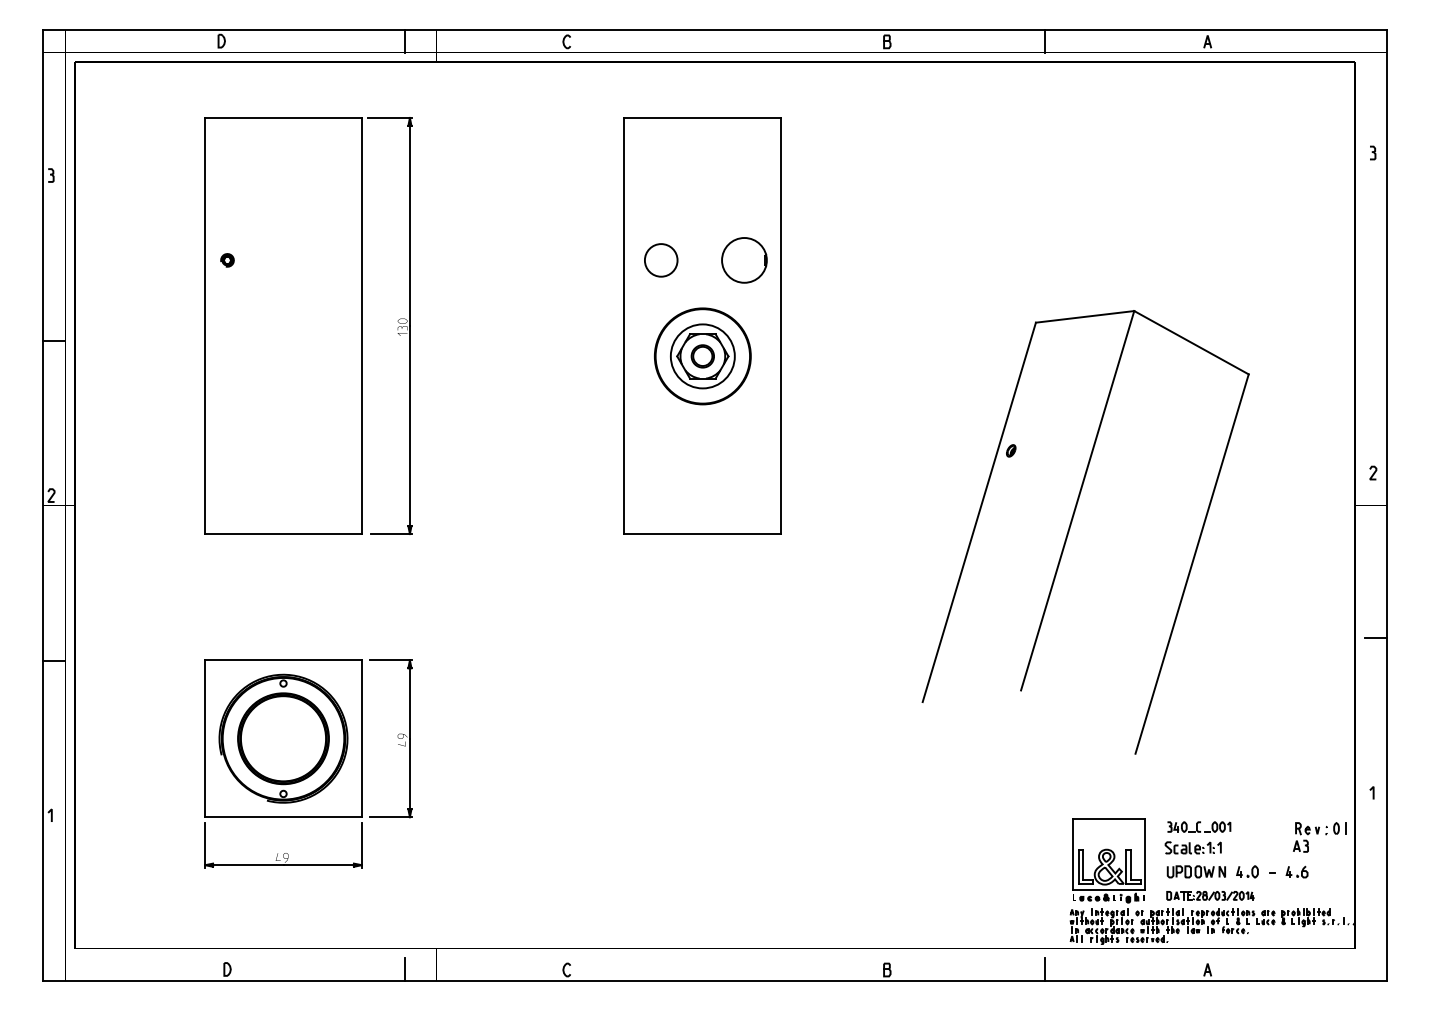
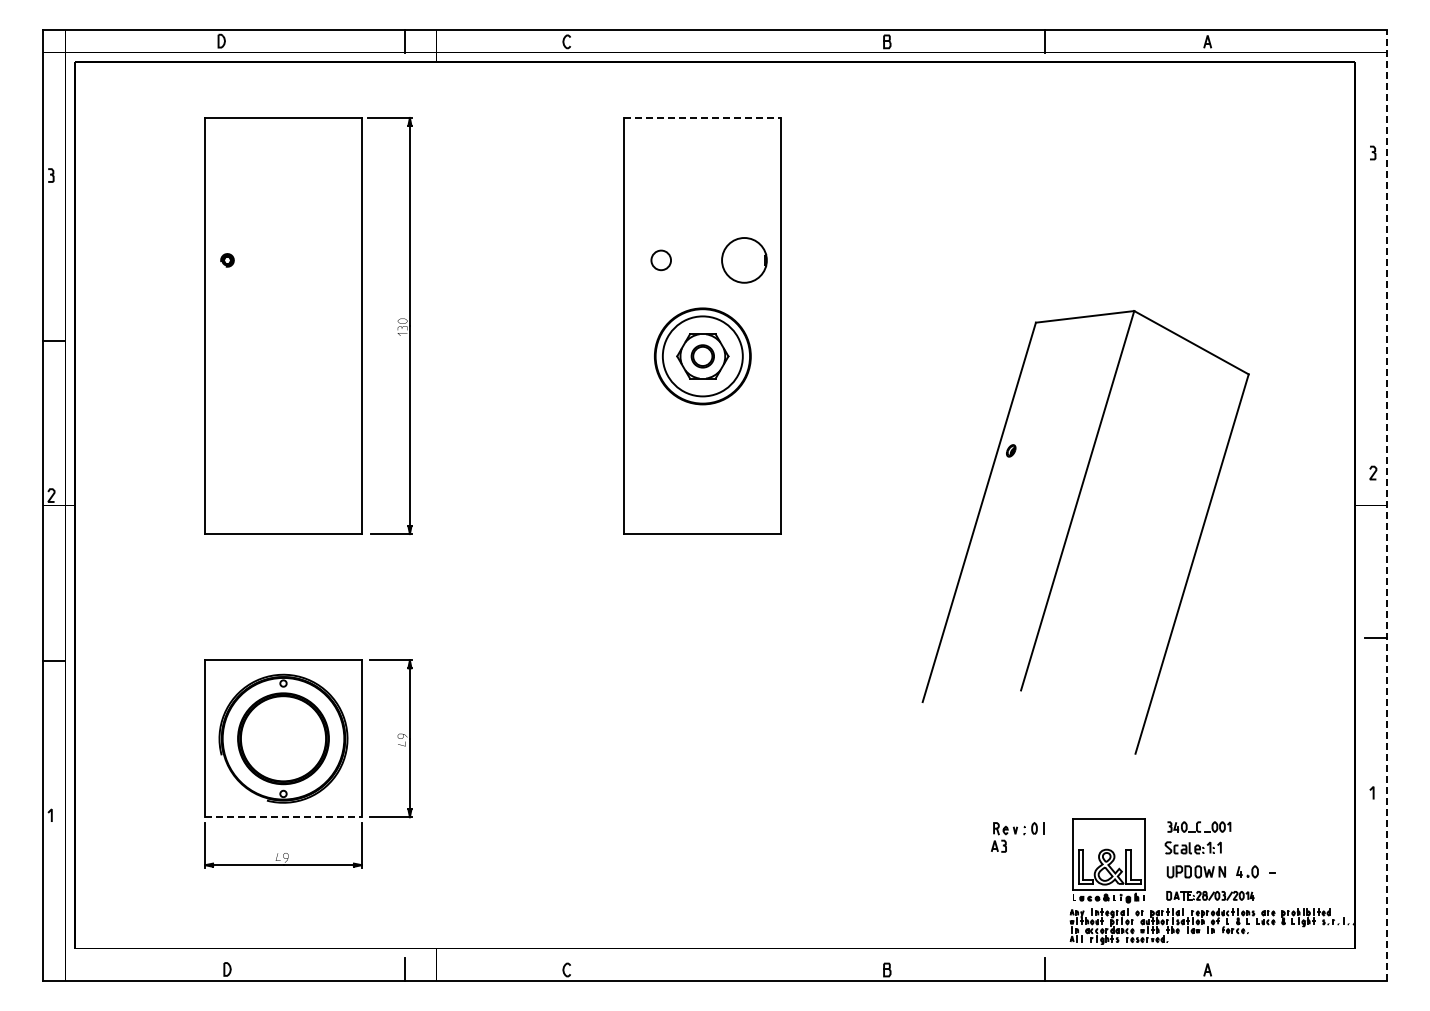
line at (703, 117): solid -> dashed
circle at (660, 260) diameter: 33 px -> 20 px
circle at (702, 356) diameter: 64 px -> 80 px
line at (1387, 505): solid -> dashed
line at (284, 817): solid -> dashed
part at (1319, 837) position: (1319, 837) -> (1017, 837)
part at (1296, 871): present -> none
